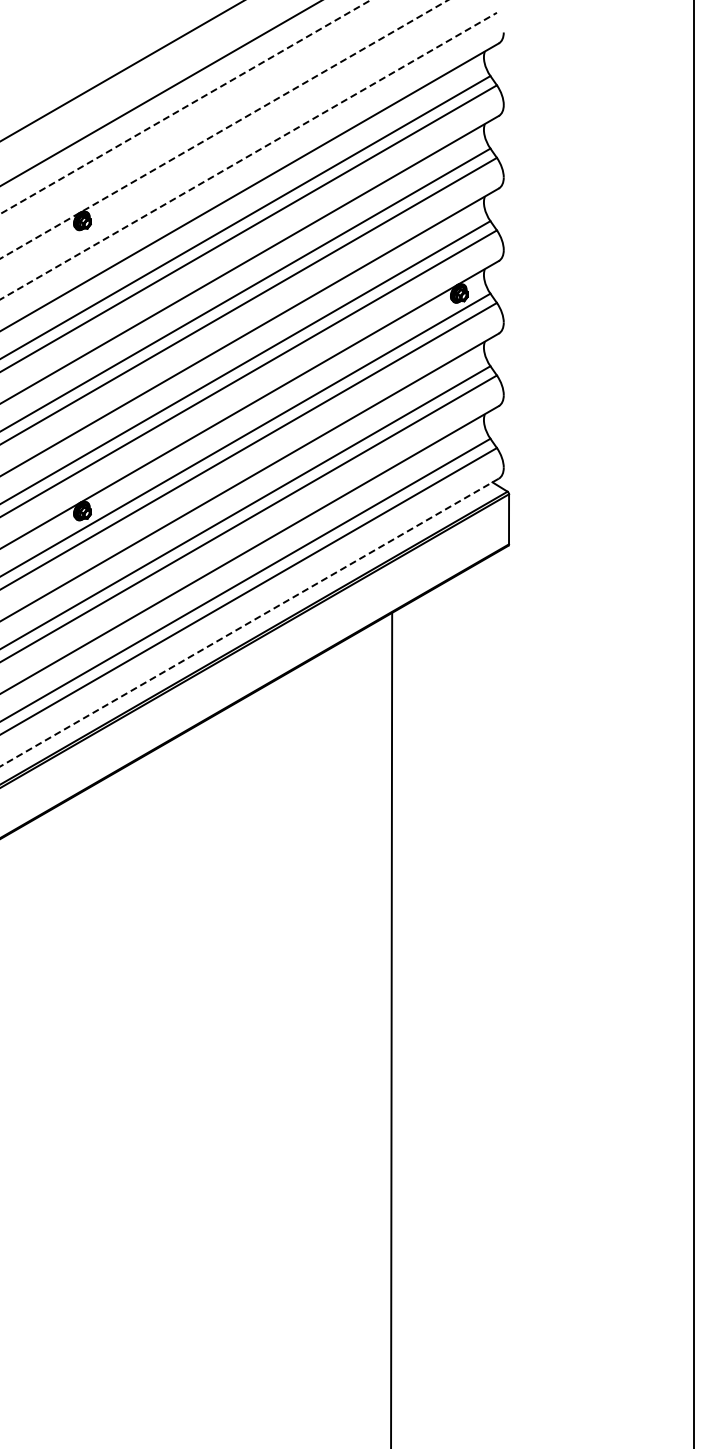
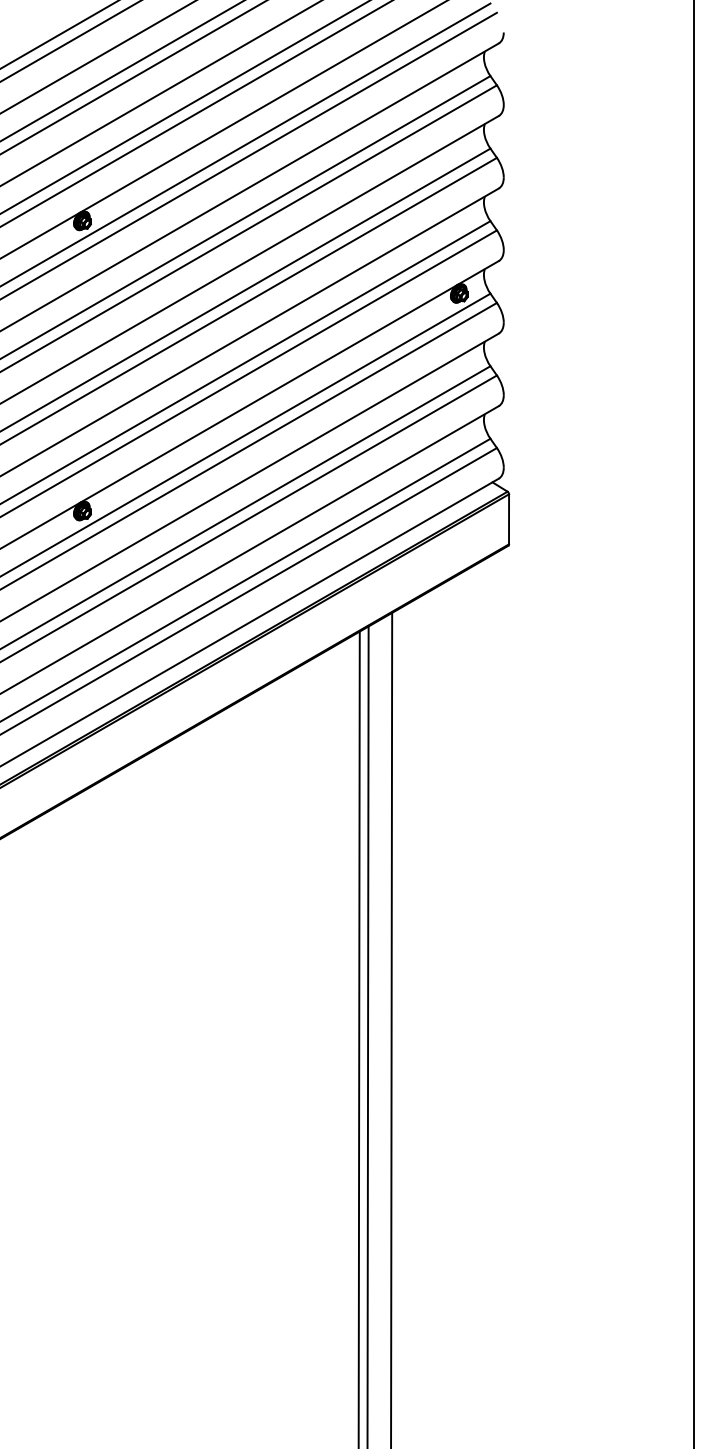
line at (59, 34): none -> present
line at (70, 41): none -> present
line at (97, 57): none -> present
line at (132, 77): none -> present
line at (185, 107): dashed -> solid
line at (195, 113): none -> present
line at (223, 129): dashed -> solid
line at (246, 144): none -> present
line at (249, 155): dashed -> solid
line at (249, 622): dashed -> solid
line at (367, 1035): none -> present
line at (358, 1038): none -> present
